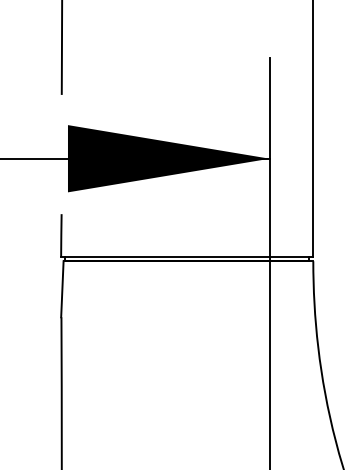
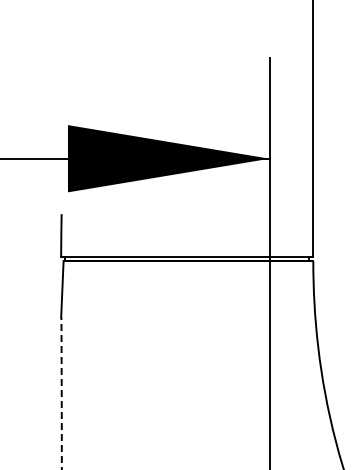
line at (61, 47): present -> none
arc at (61, 393): solid -> dashed
